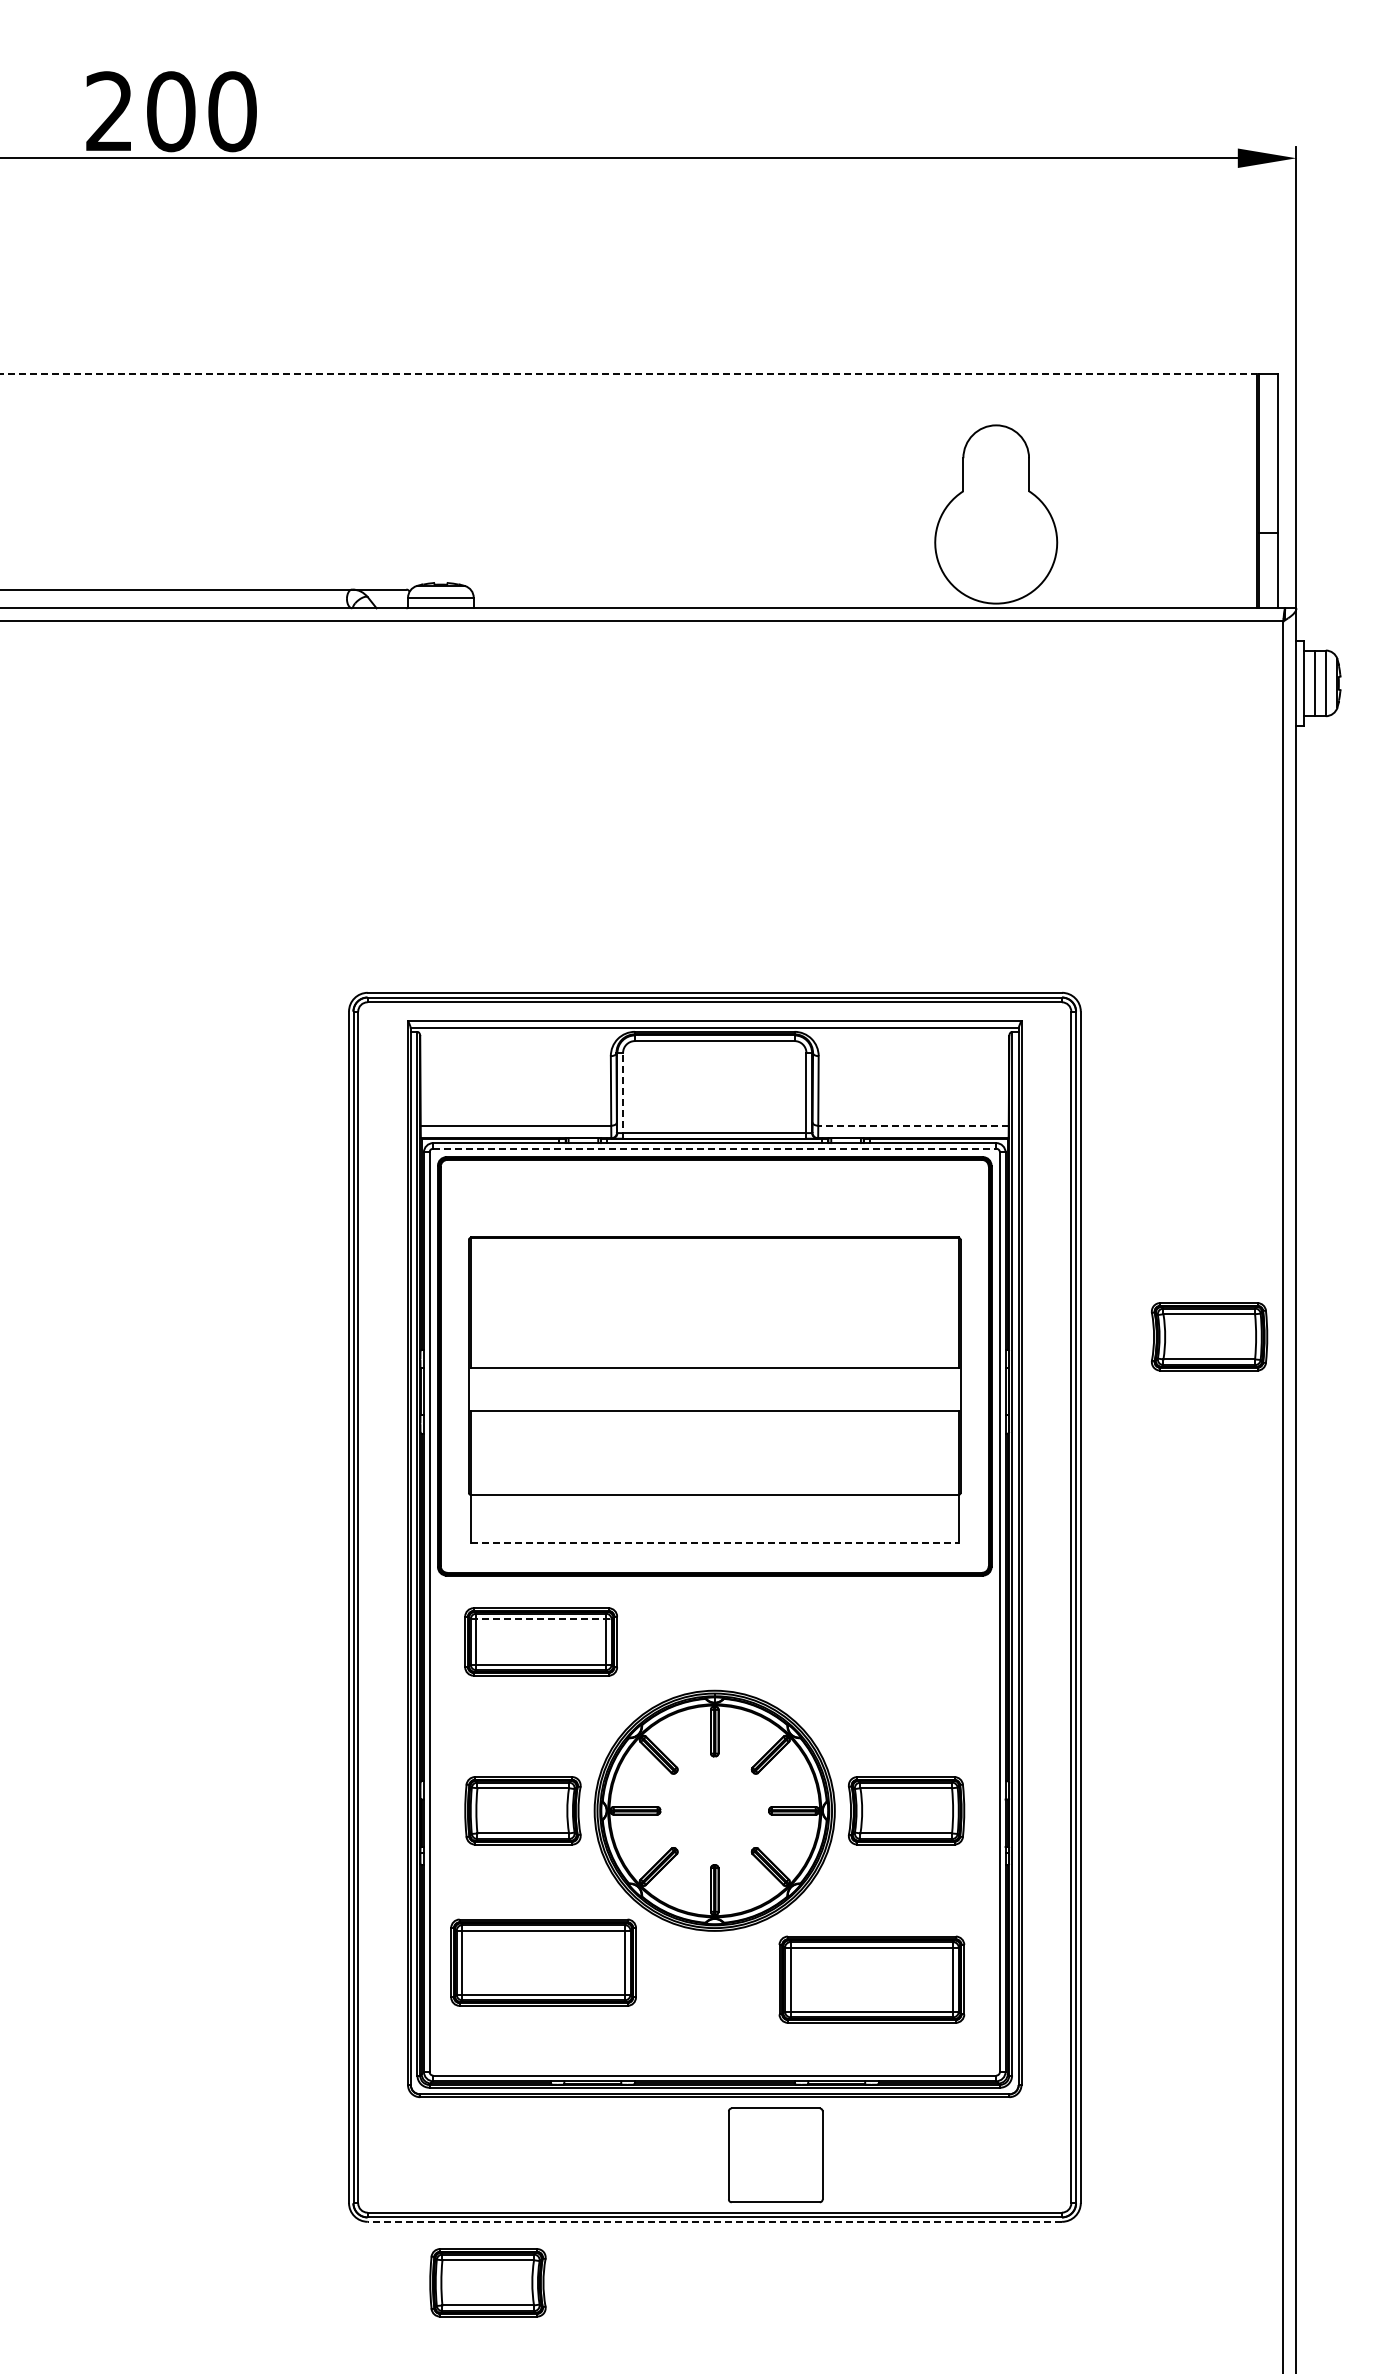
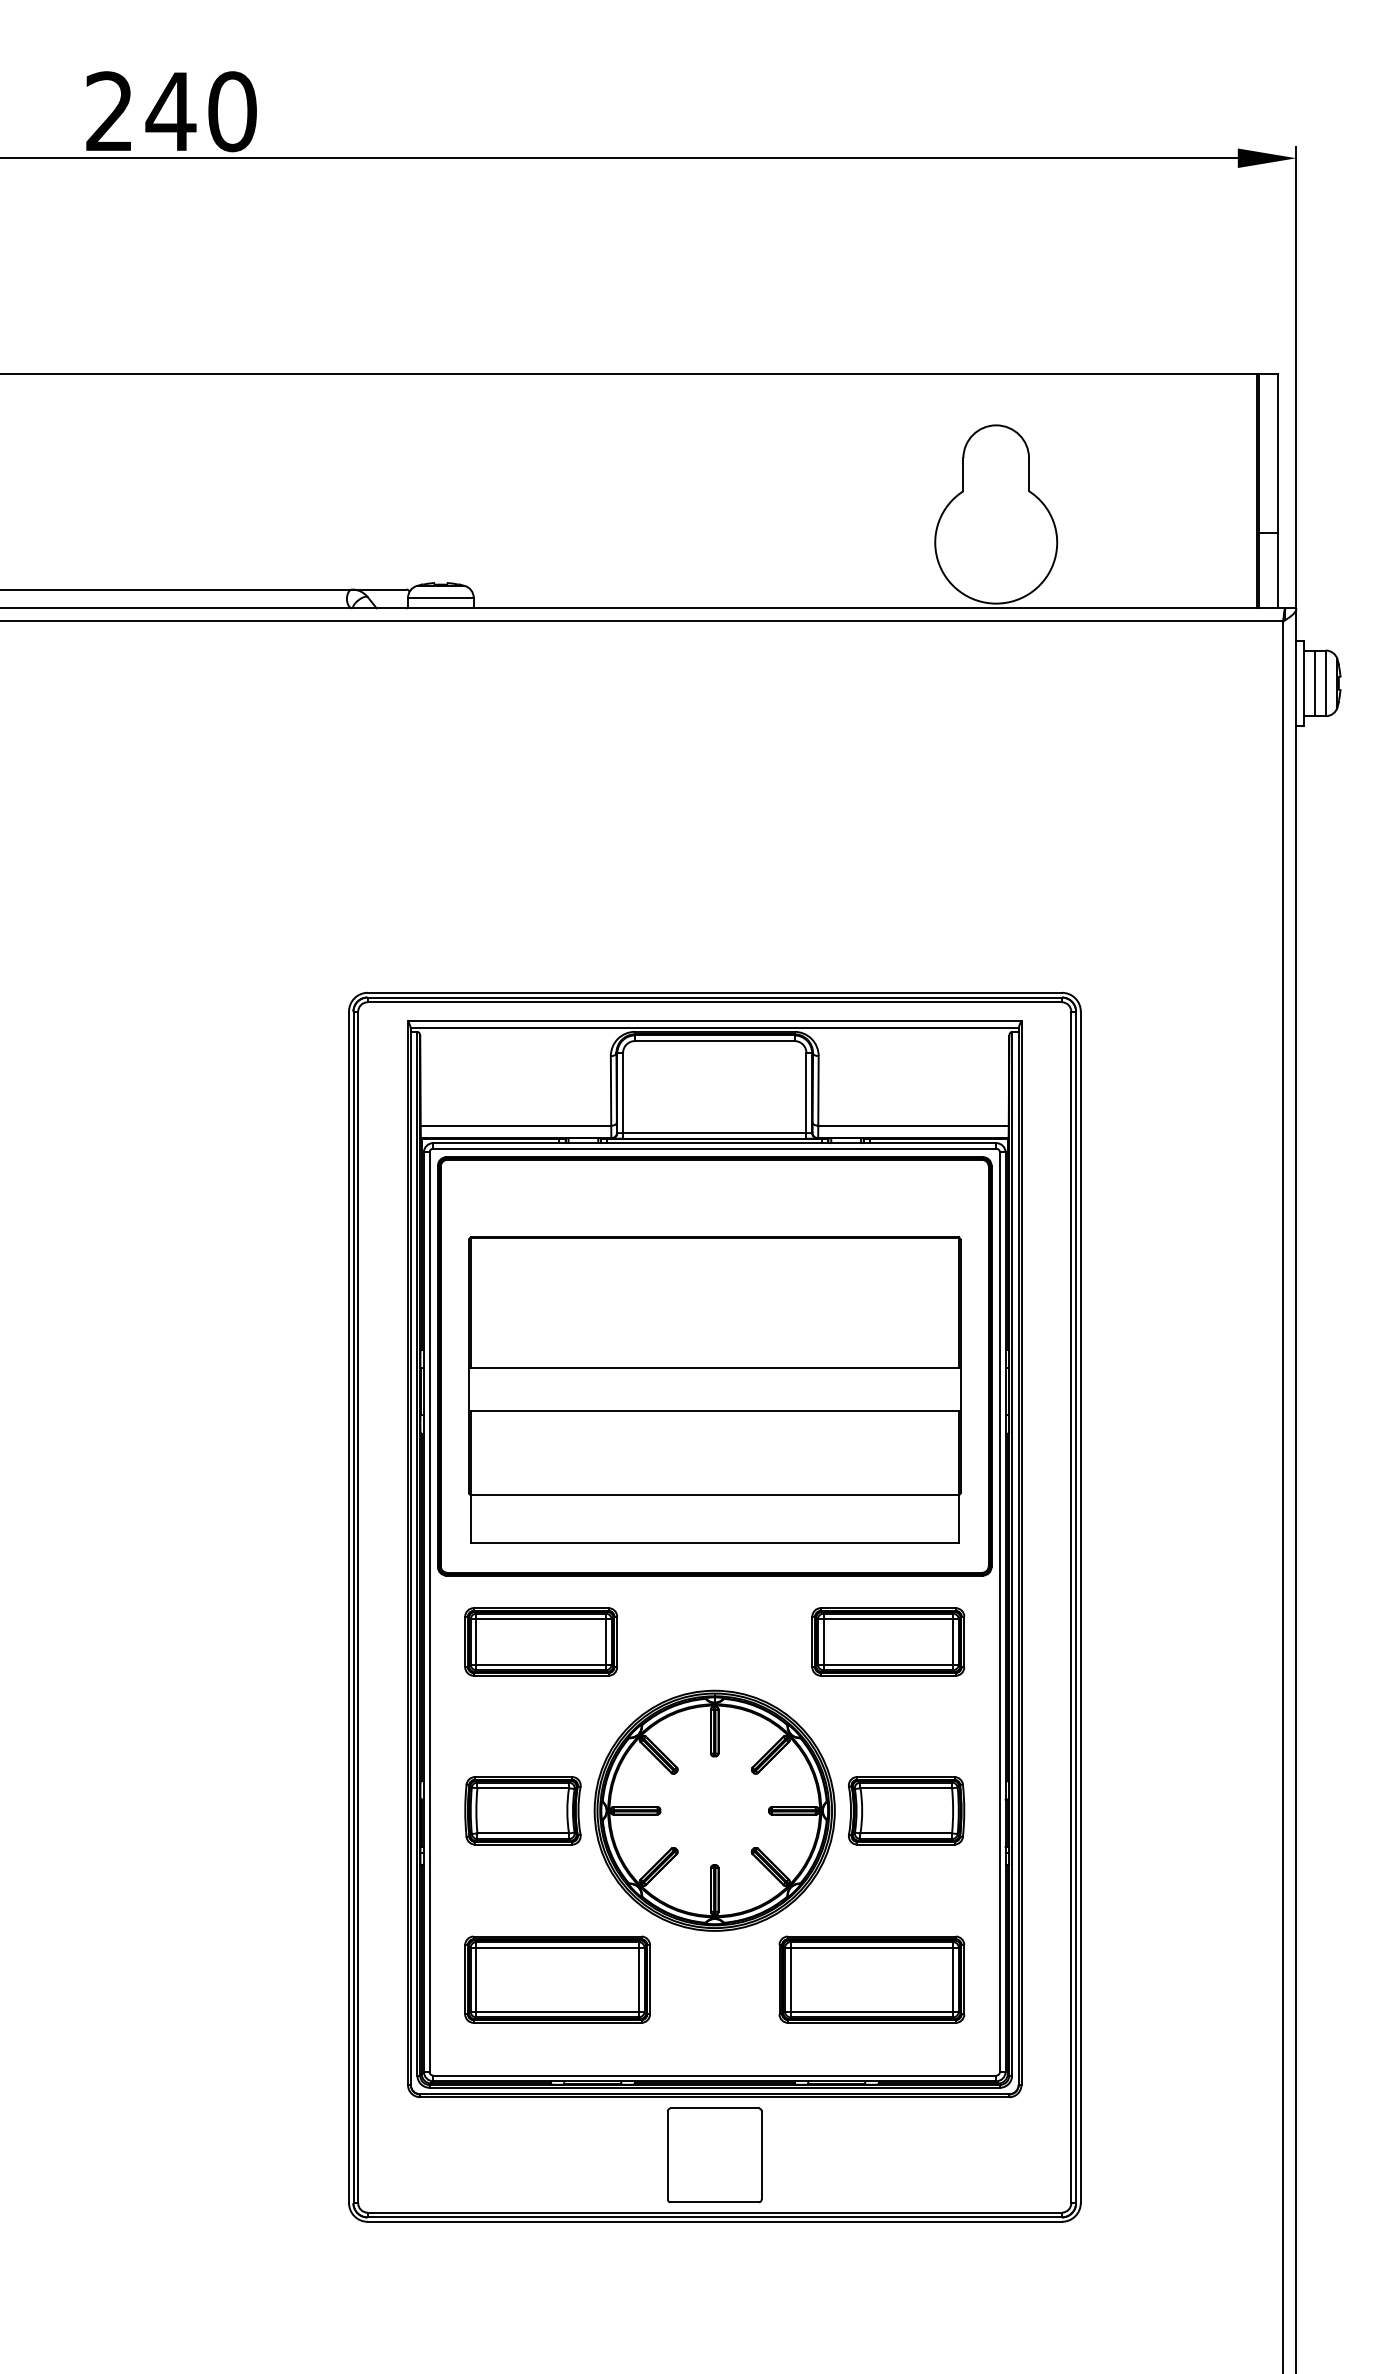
text at (170, 111): 200 -> 240
line at (629, 373): dashed -> solid
line at (623, 1095): dashed -> solid
line at (913, 1125): dashed -> solid
line at (715, 1148): dashed -> solid
part at (1209, 1336): present -> none
line at (714, 1542): dashed -> solid
line at (541, 1619): dashed -> solid
part at (888, 1641): none -> present
part at (543, 1962) position: (543, 1962) -> (557, 1979)
part at (775, 2155) position: (775, 2155) -> (714, 2155)
line at (714, 2221): dashed -> solid
part at (487, 2282): present -> none
